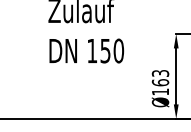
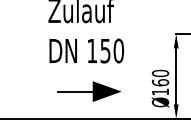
text at (160, 73): Ø163 -> Ø160
part at (89, 91): none -> present
